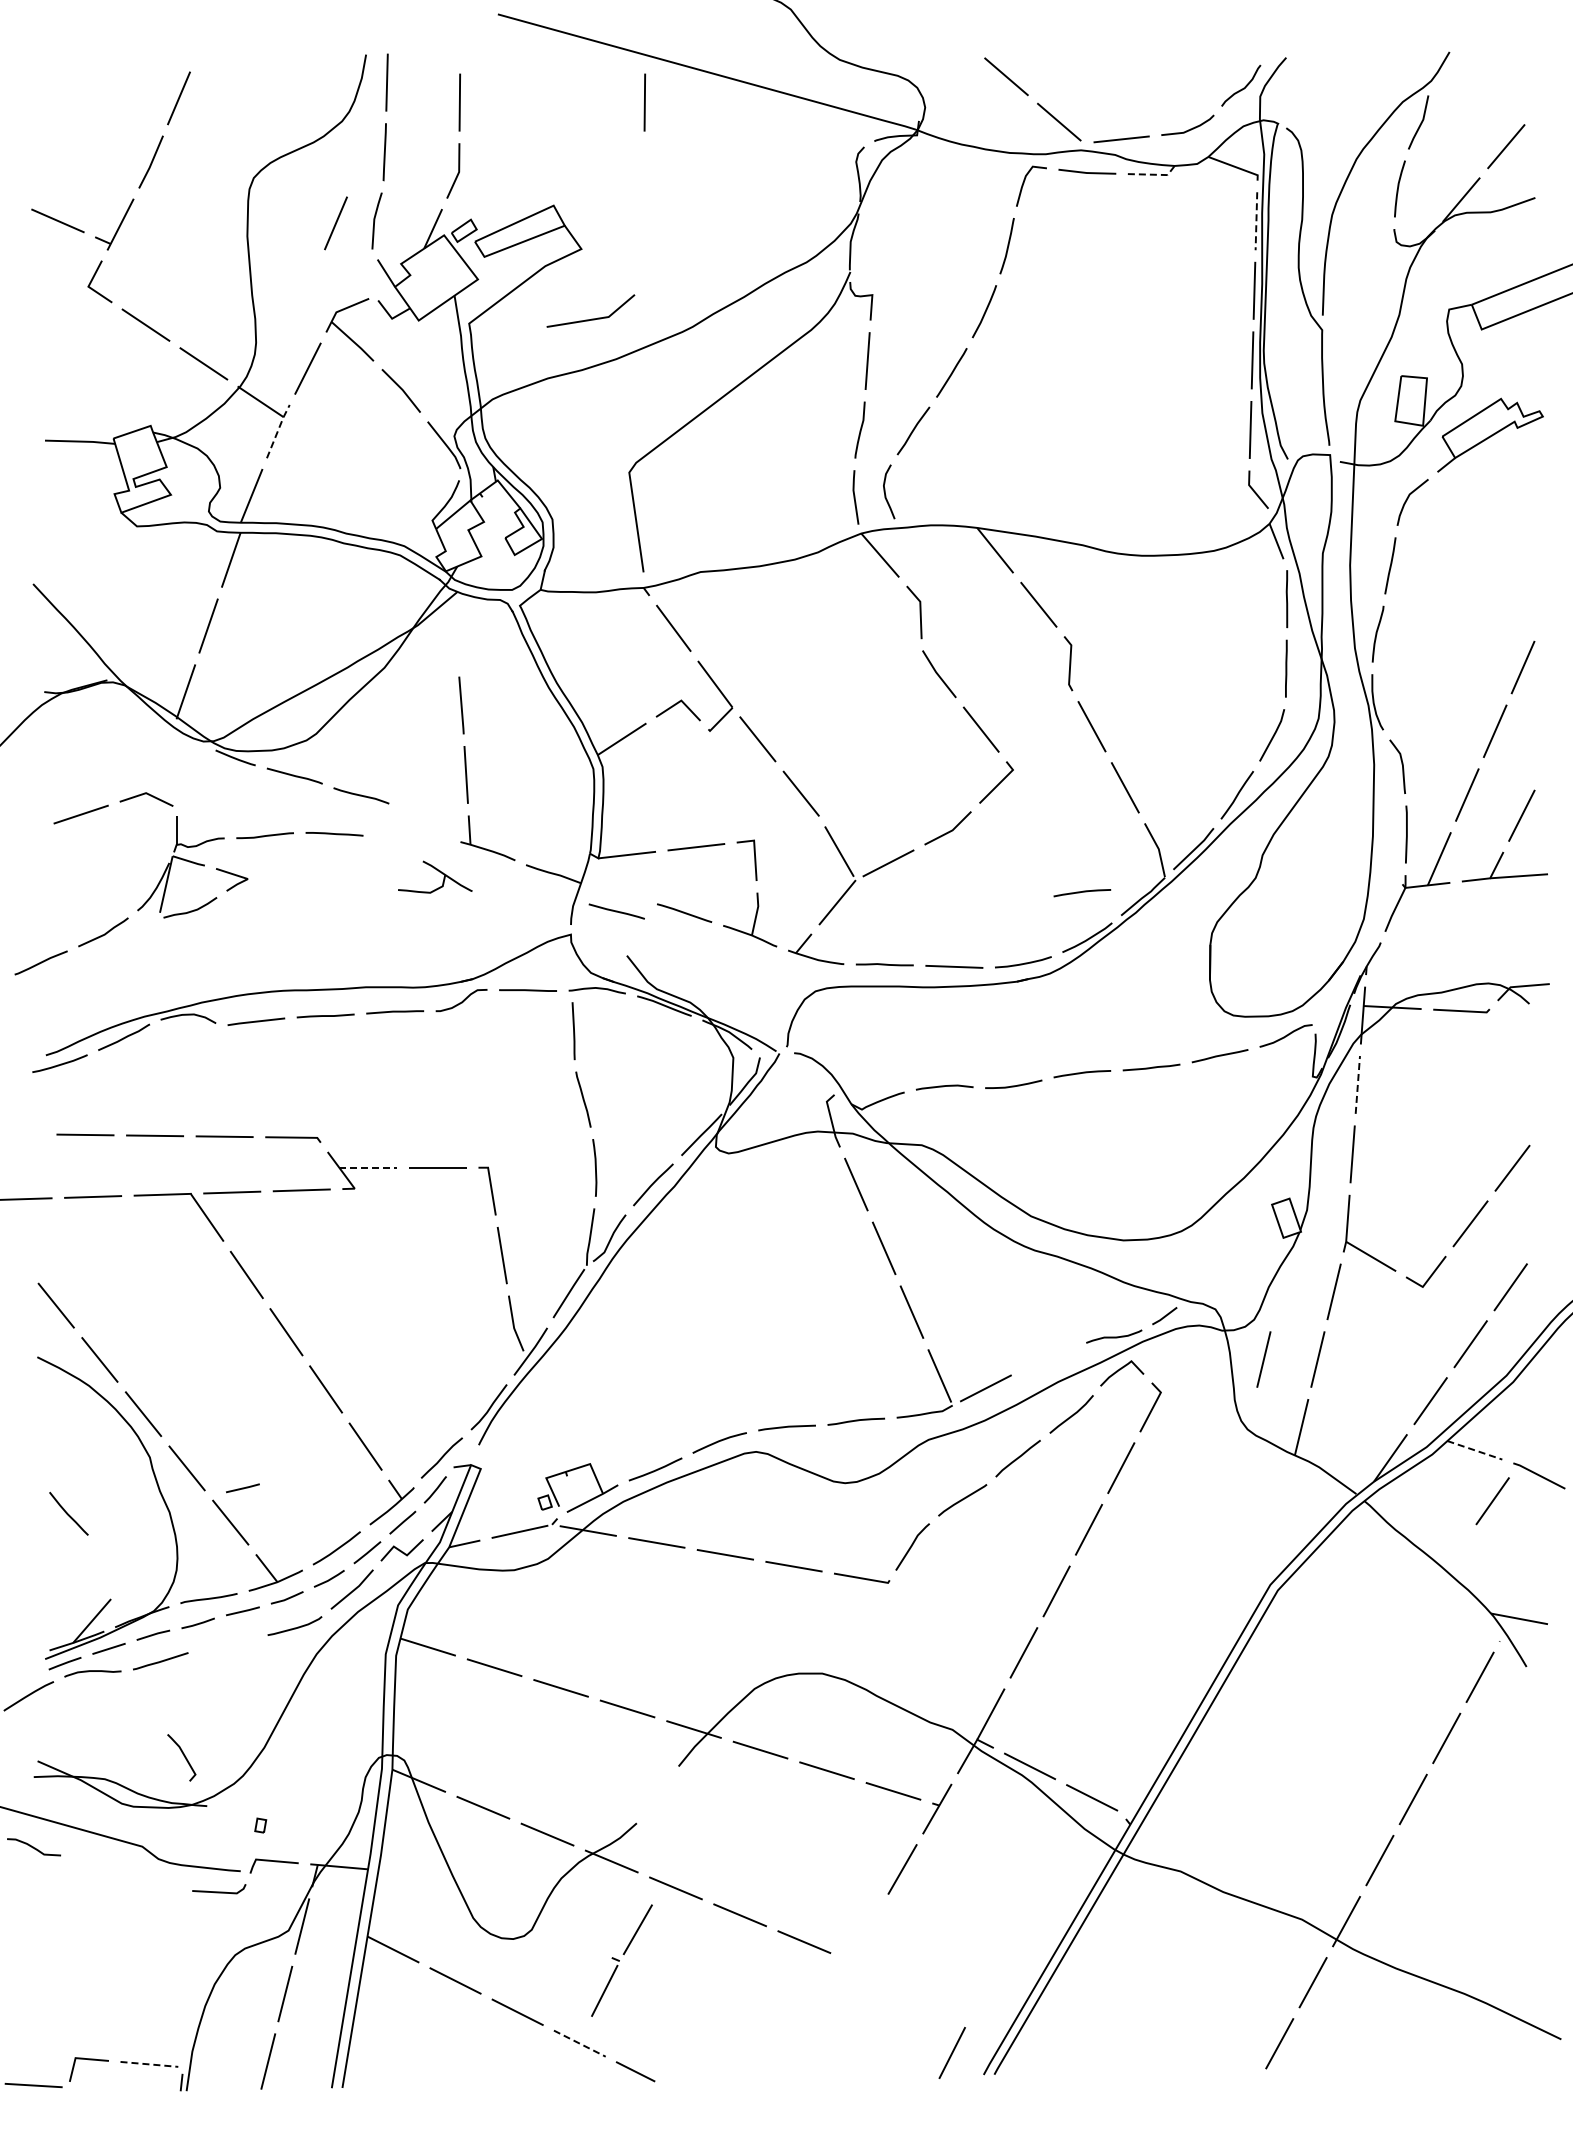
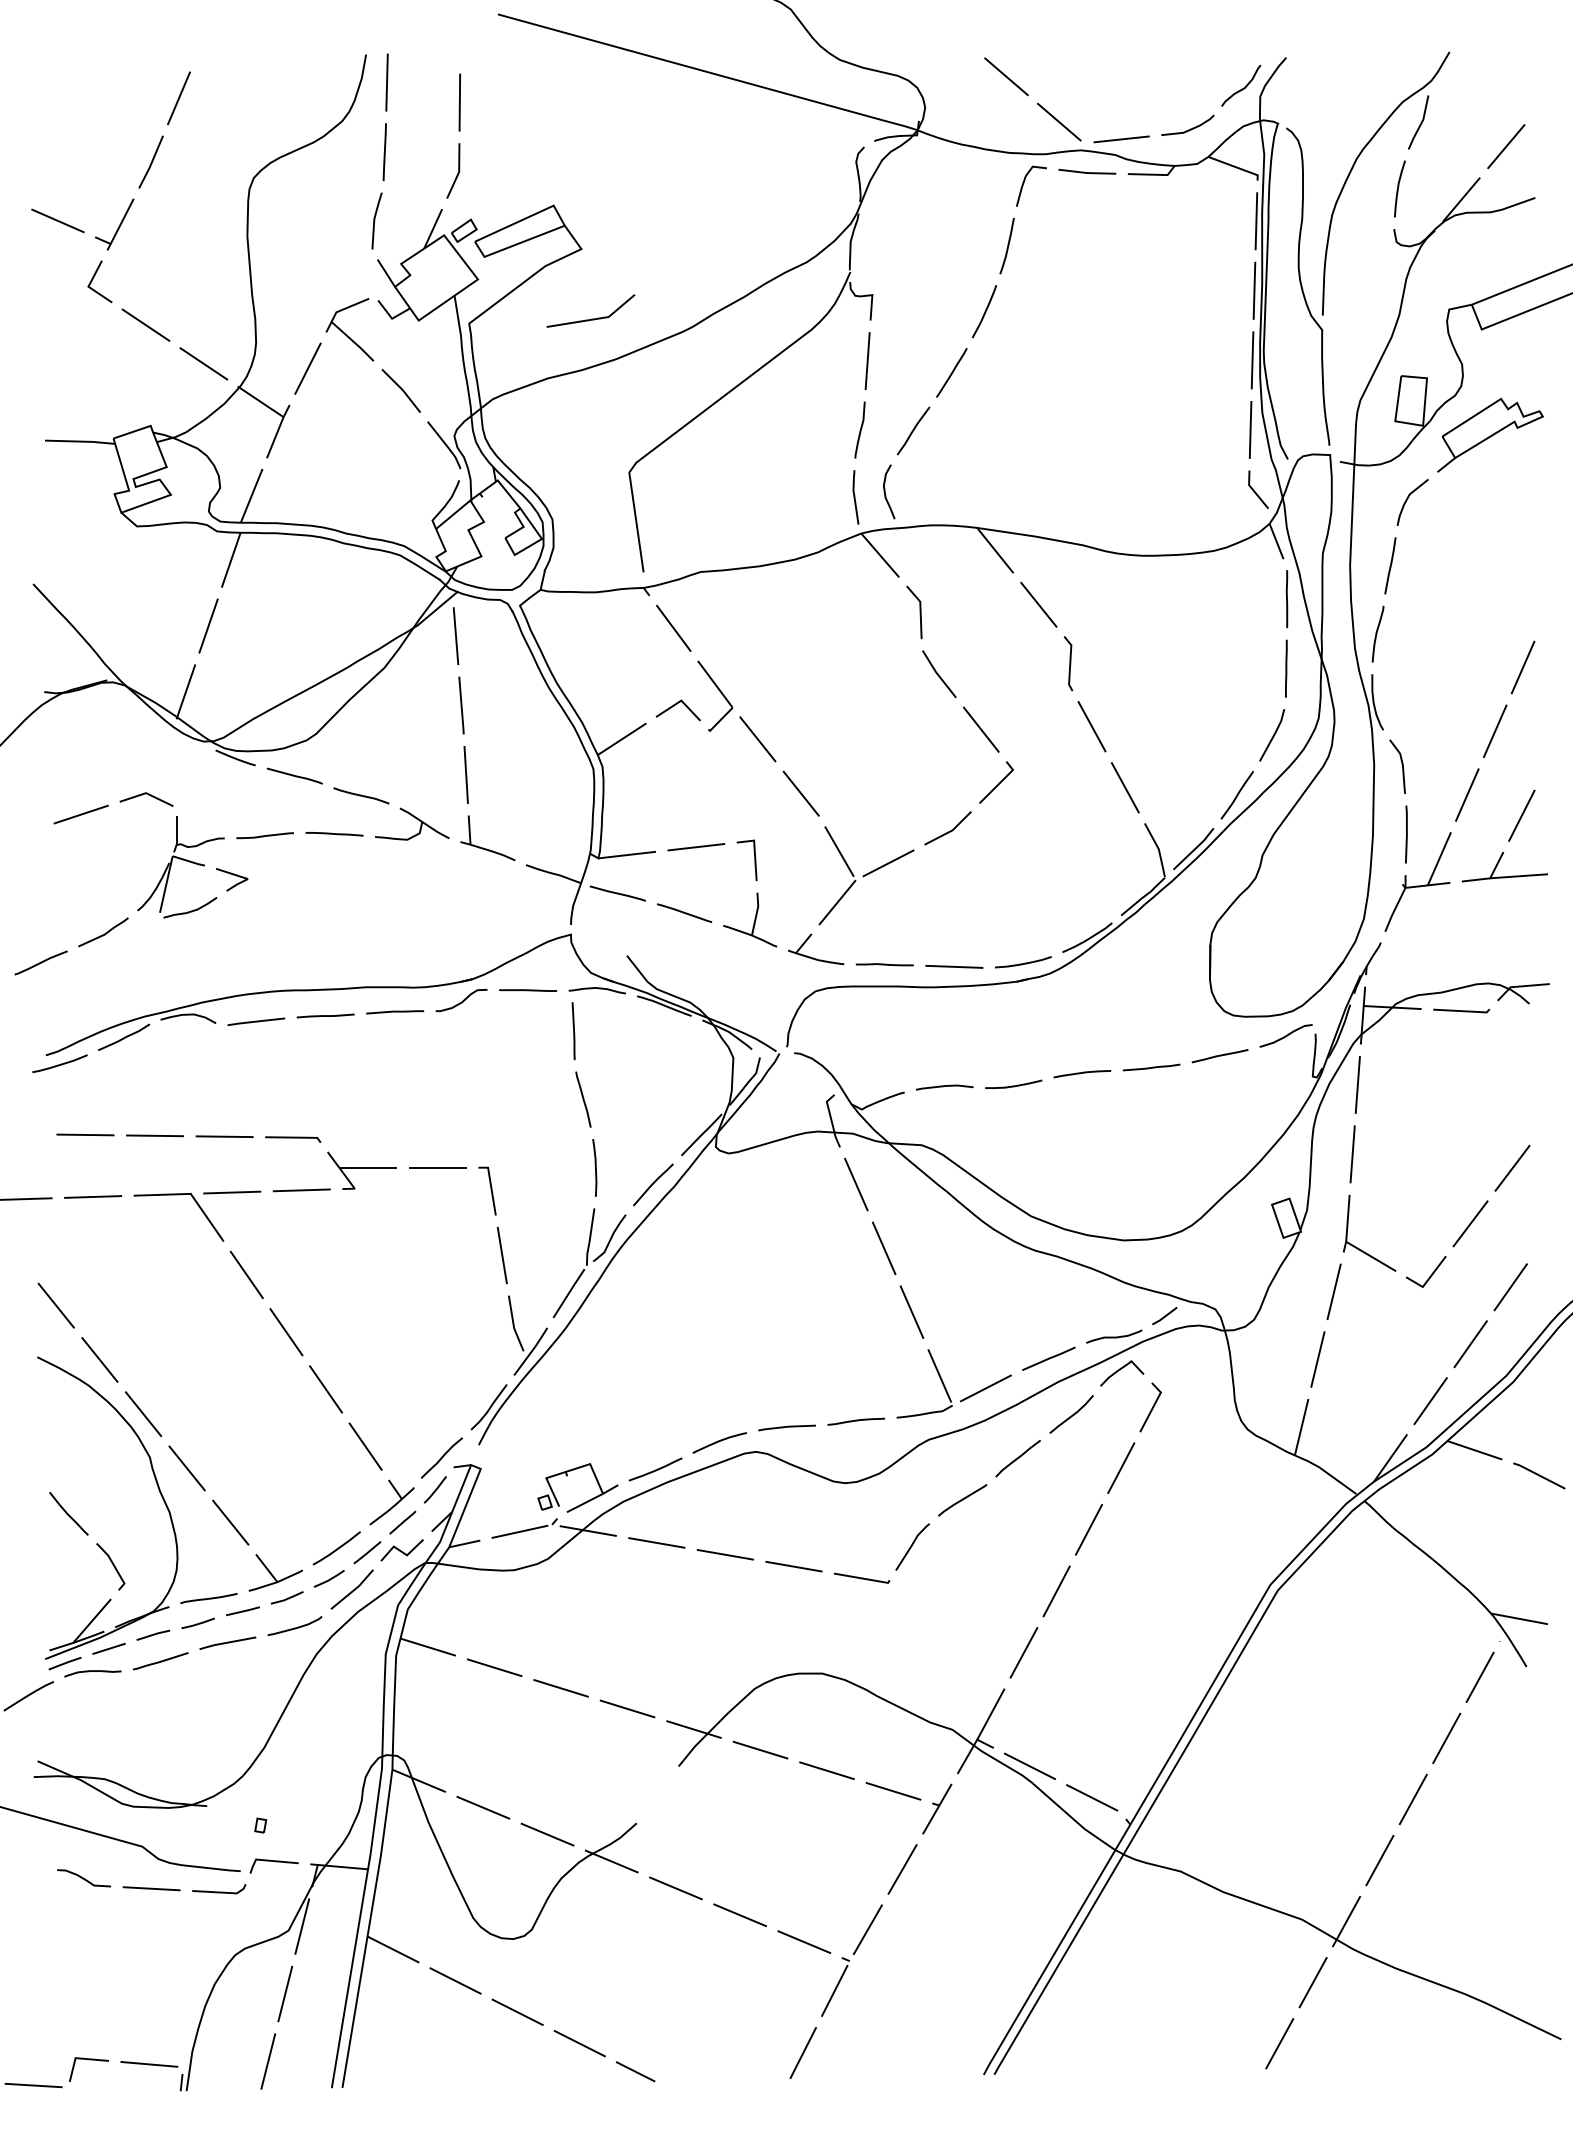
line at (644, 102): present -> none
line at (1153, 174): dashed -> solid
line at (1256, 221): dashed -> solid
line at (335, 223): present -> none
line at (278, 430): dashed -> solid
line at (455, 635): none -> present
part at (435, 876) position: (435, 876) -> (412, 823)
curve at (1082, 892): present -> none
line at (616, 911) position: (616, 911) -> (617, 893)
line at (1357, 1084): dashed -> solid
line at (367, 1167): dashed -> solid
line at (1048, 1358): none -> present
line at (1263, 1359): present -> none
line at (1473, 1449): dashed -> solid
line at (242, 1488): present -> none
line at (1492, 1501): present -> none
line at (227, 1642): none -> present
line at (183, 1756) position: (183, 1756) -> (112, 1565)
curve at (34, 1847) position: (34, 1847) -> (84, 1878)
line at (151, 1888): none -> present
part at (621, 1960) position: (621, 1960) -> (851, 1960)
line at (579, 2043): dashed -> solid
line at (951, 2052) position: (951, 2052) -> (802, 2052)
line at (149, 2064): dashed -> solid
